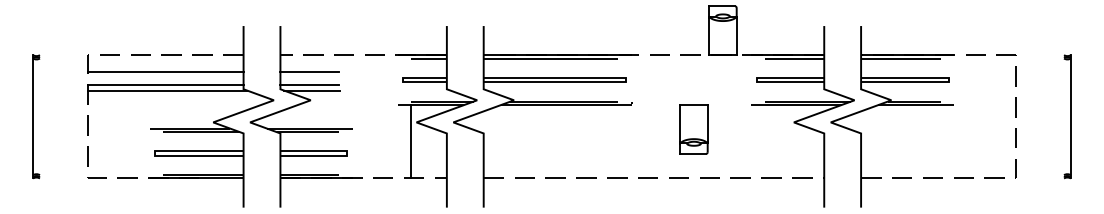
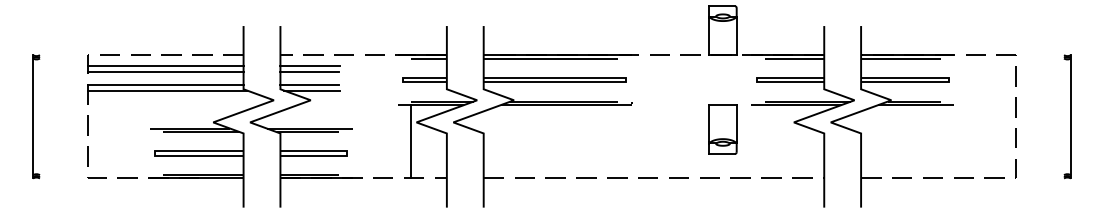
line at (165, 65): none -> present
line at (310, 65): none -> present
part at (693, 129) position: (693, 129) -> (722, 129)
